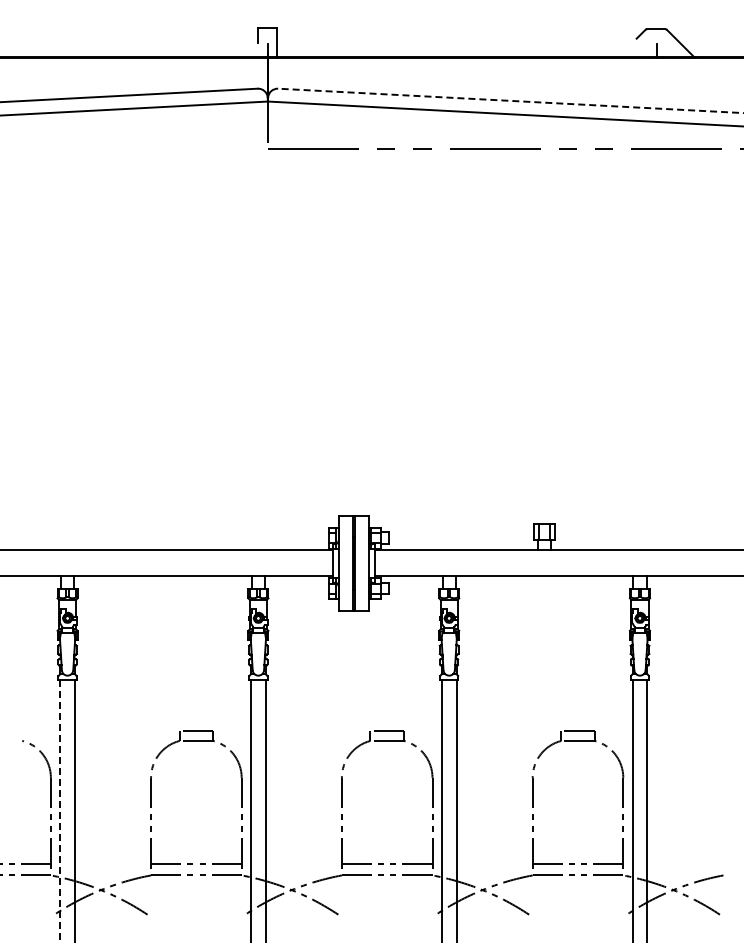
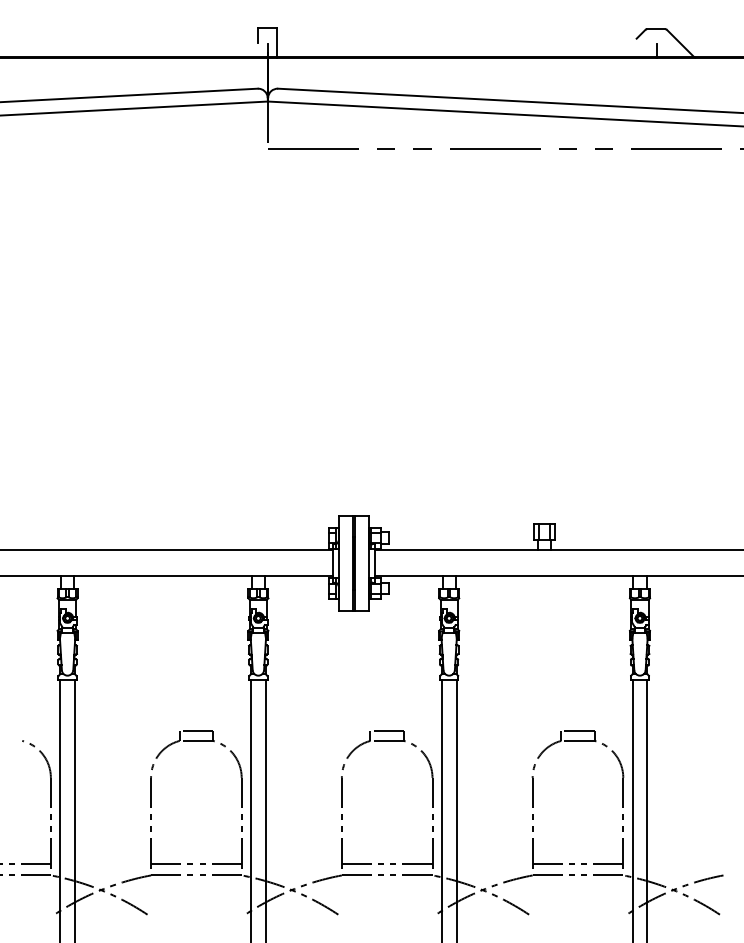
line at (510, 100): dashed -> solid
line at (60, 811): dashed -> solid
